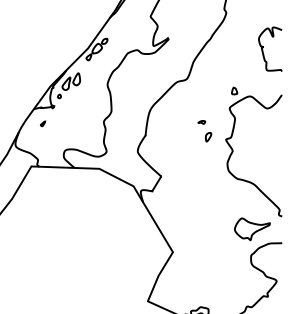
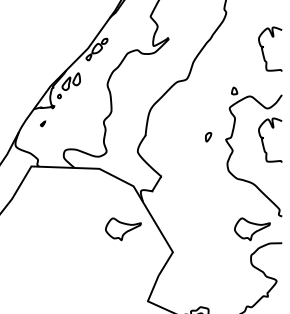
part at (201, 122): present -> none
curve at (263, 139): none -> present
part at (123, 229): none -> present
